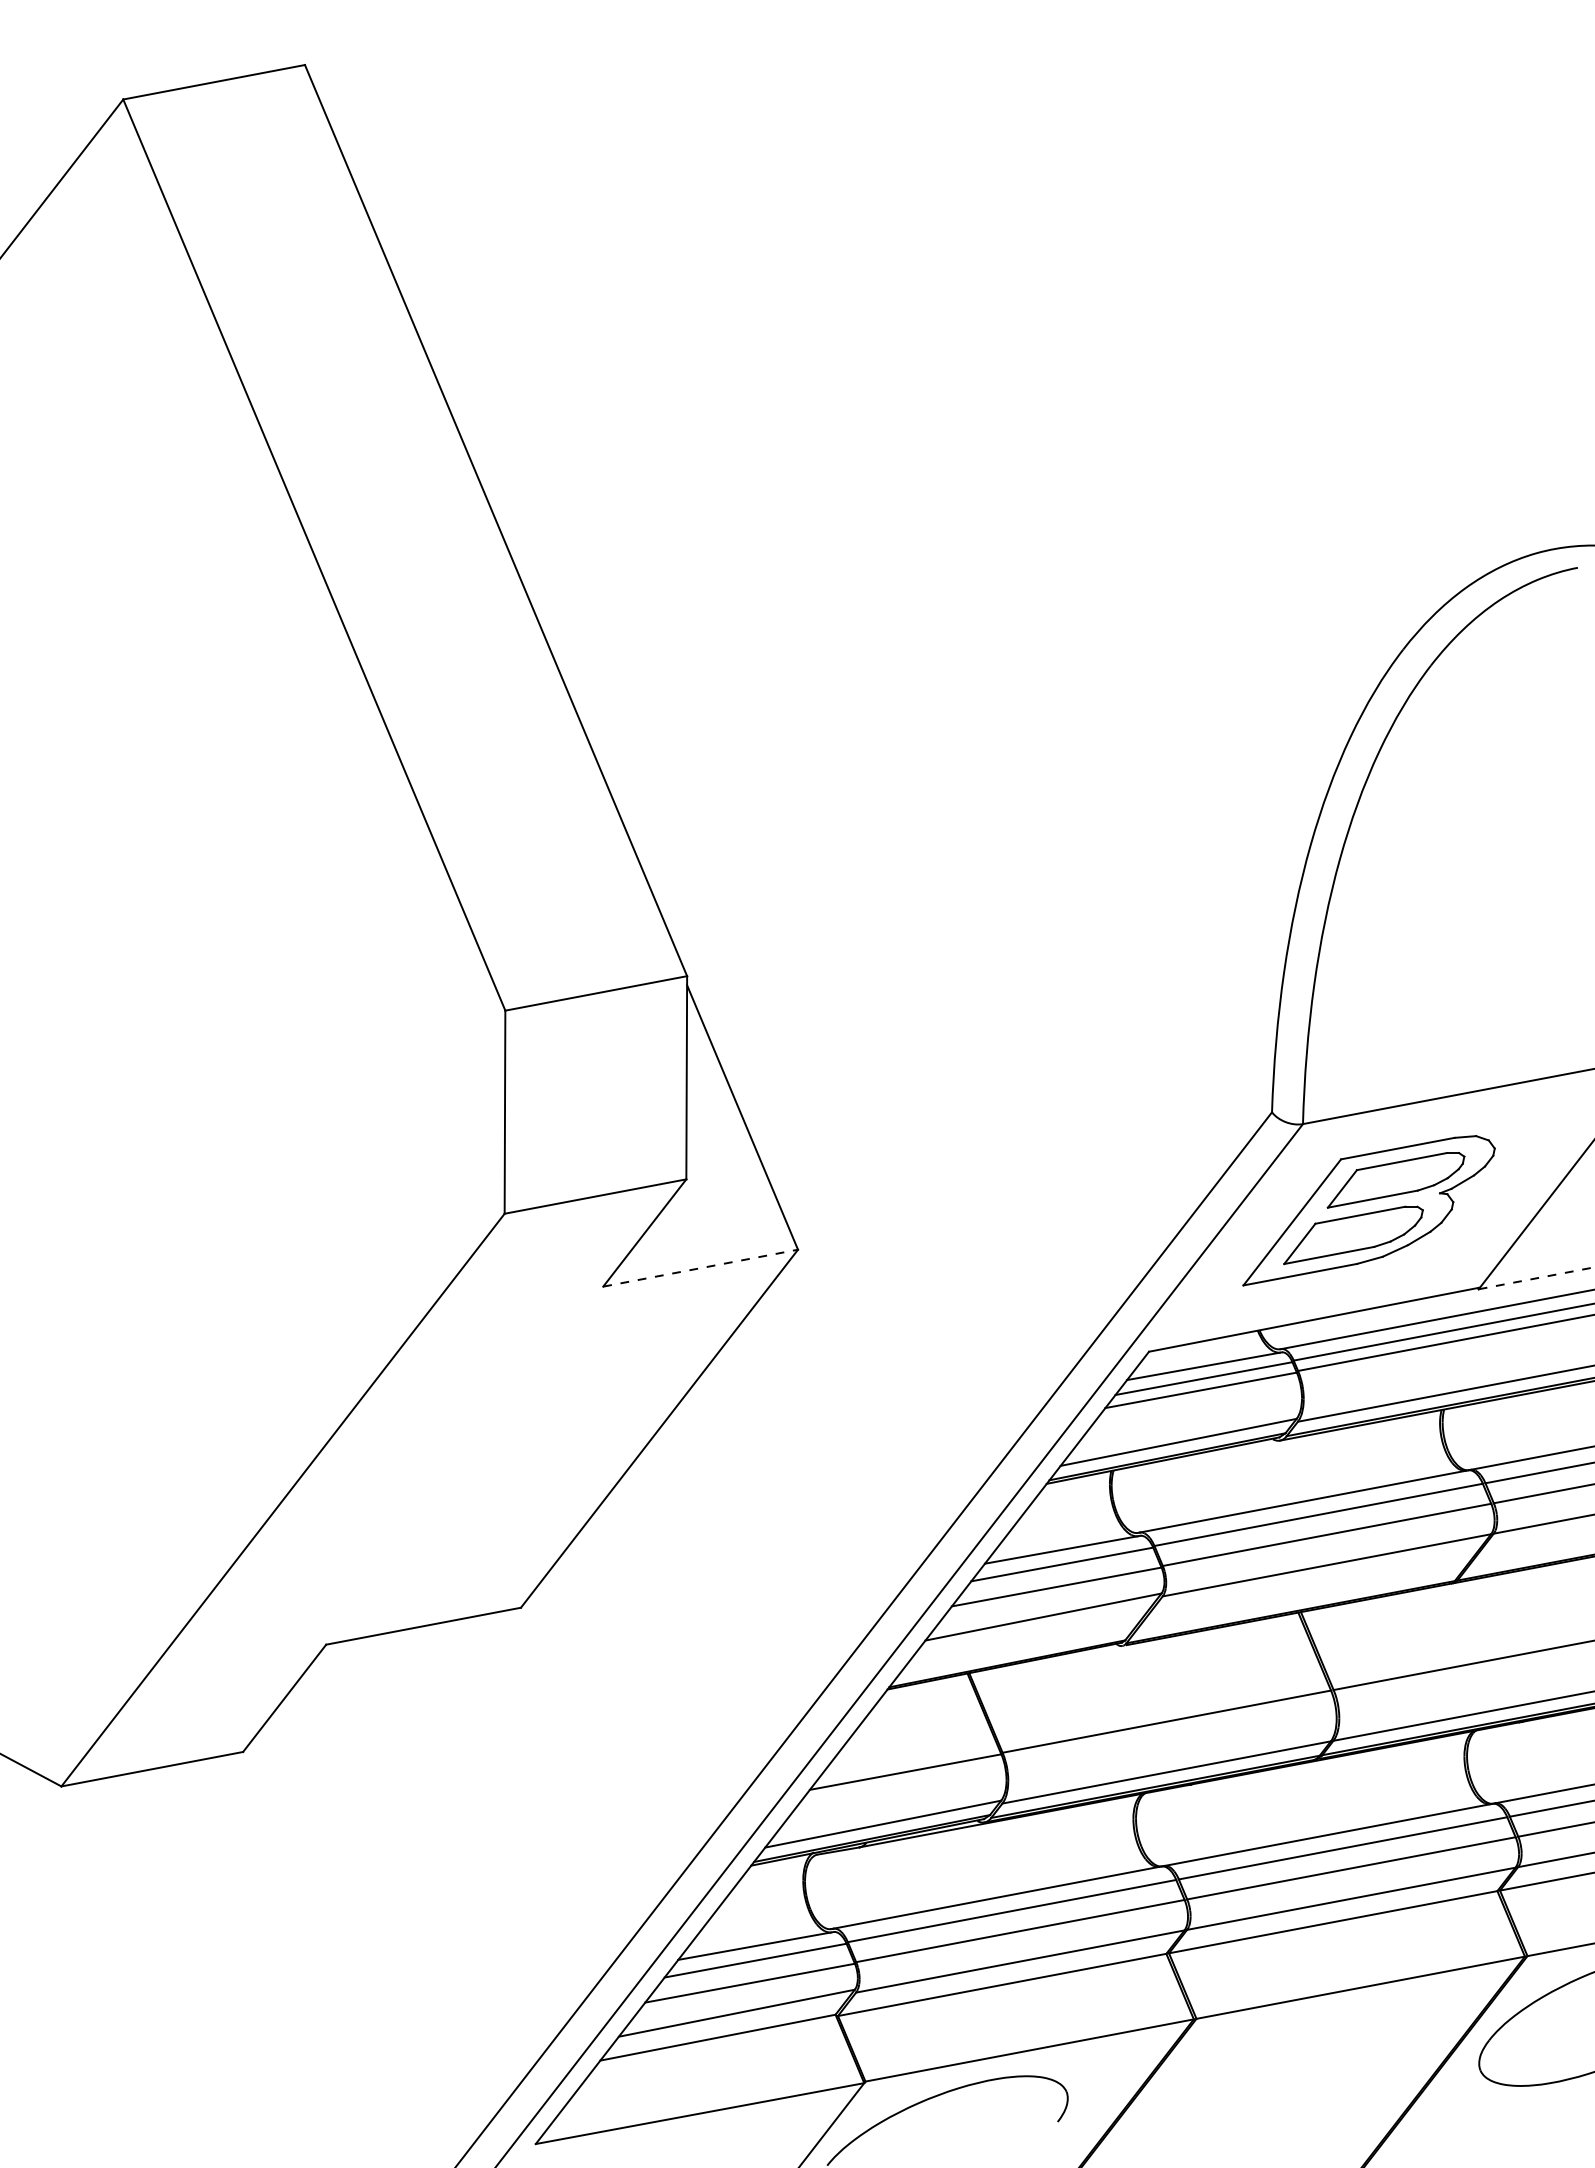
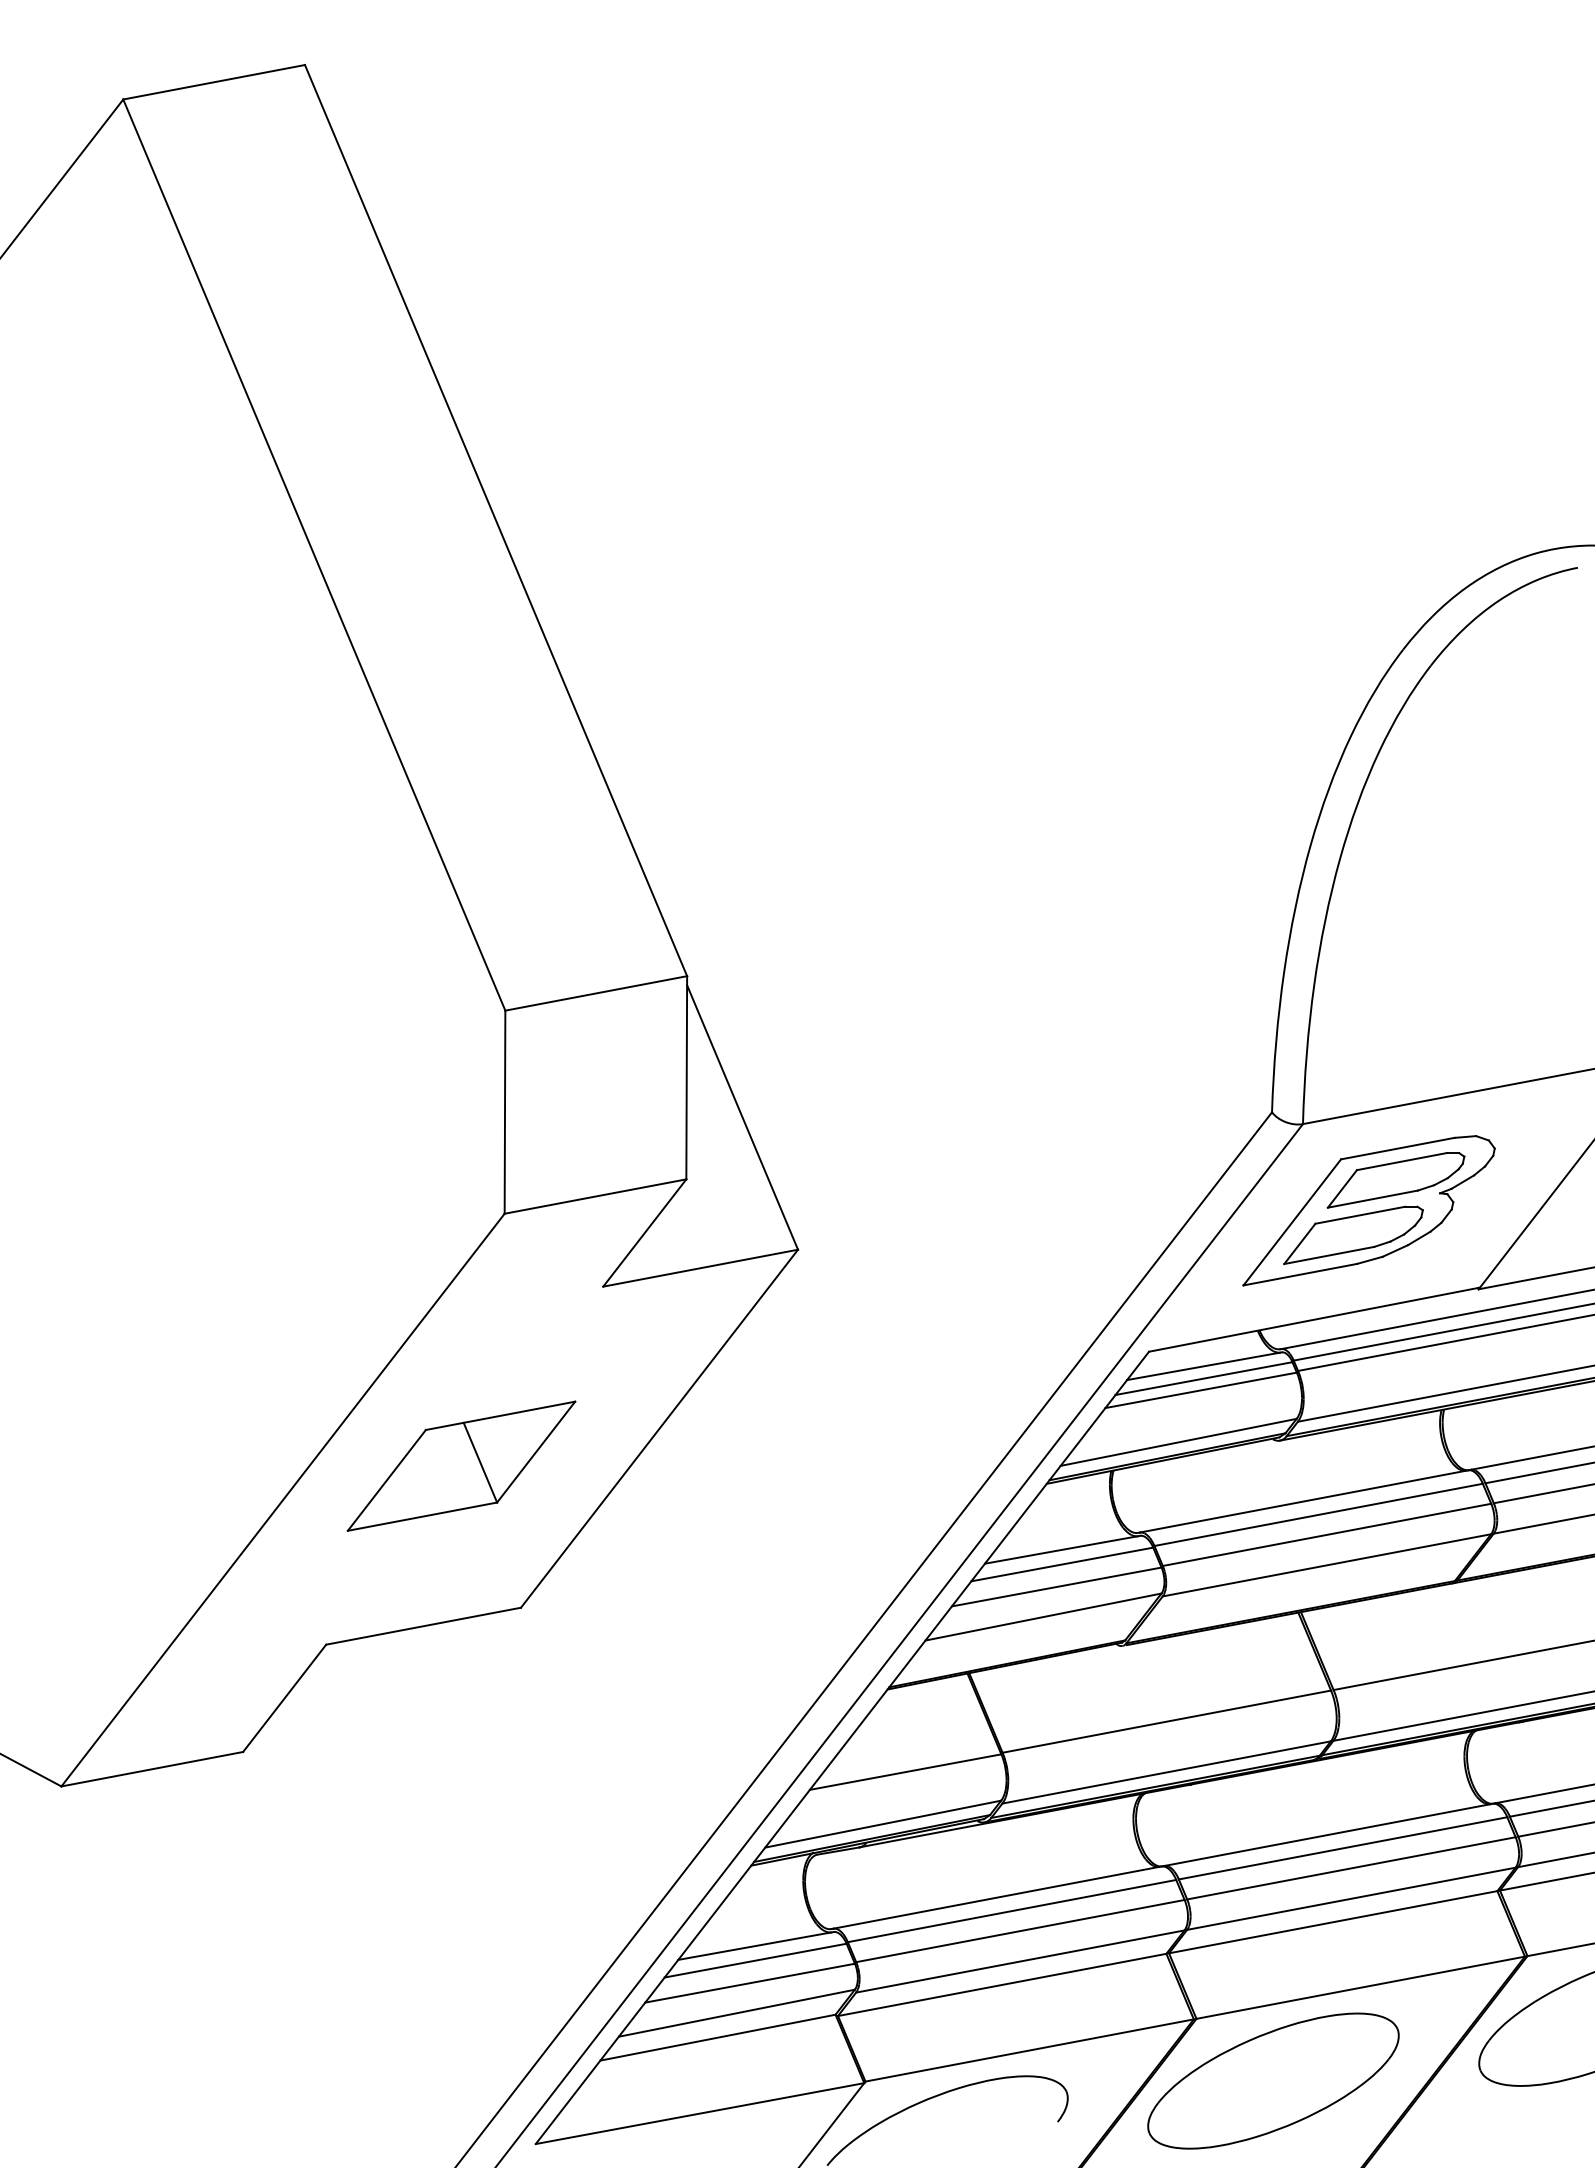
line at (701, 1268): dashed -> solid
line at (1536, 1278): dashed -> solid
part at (461, 1465): none -> present
part at (1273, 2080): none -> present
